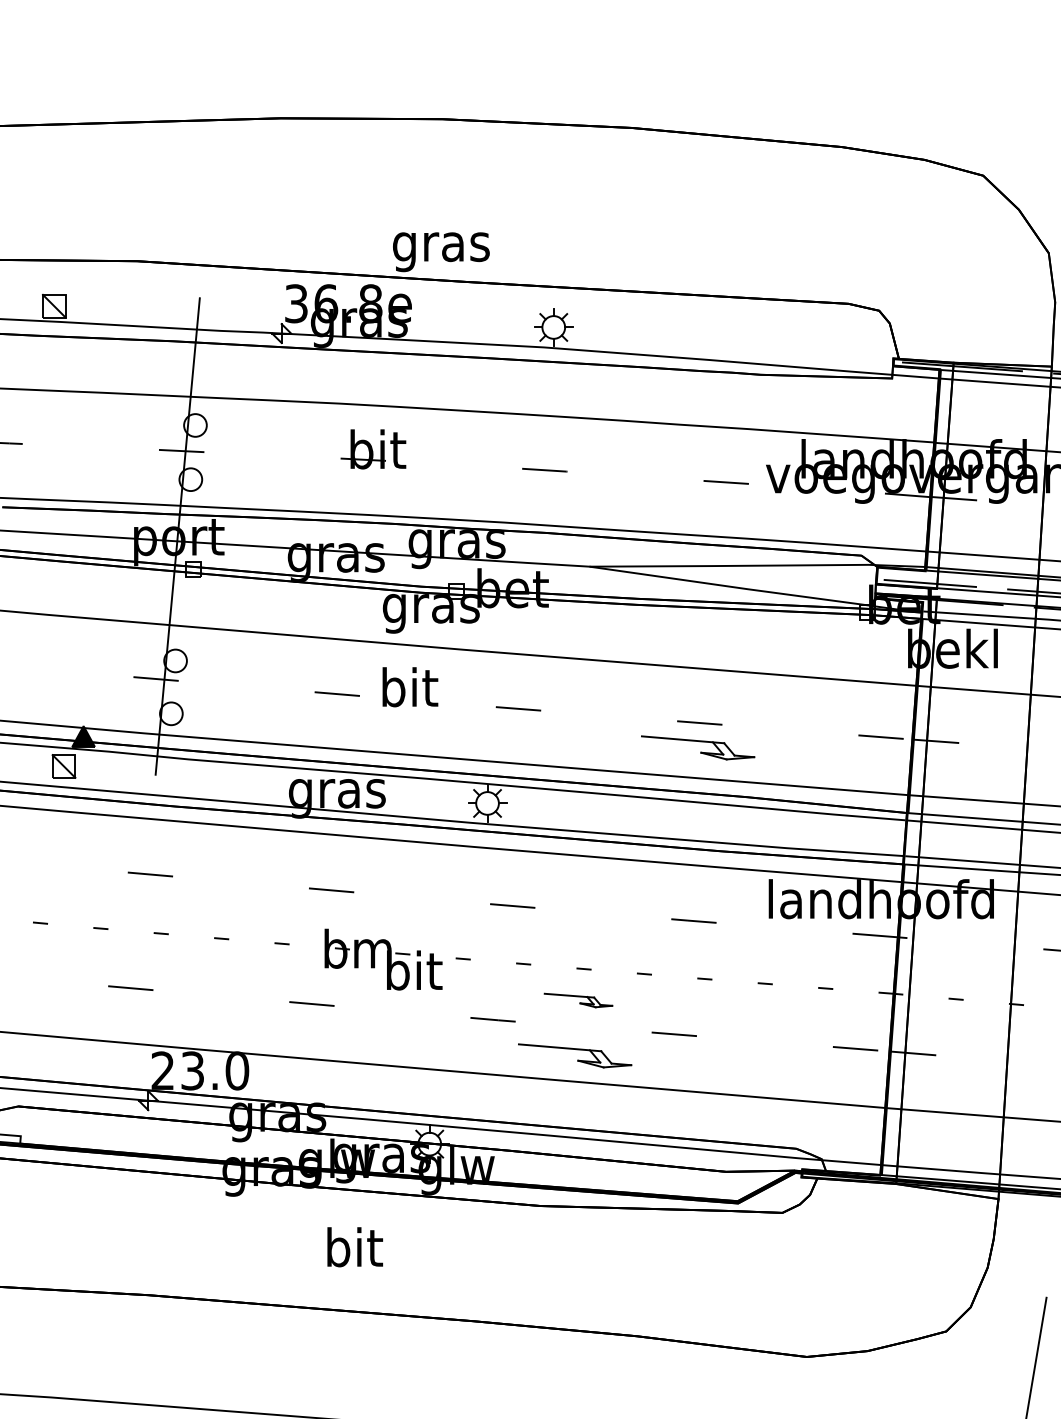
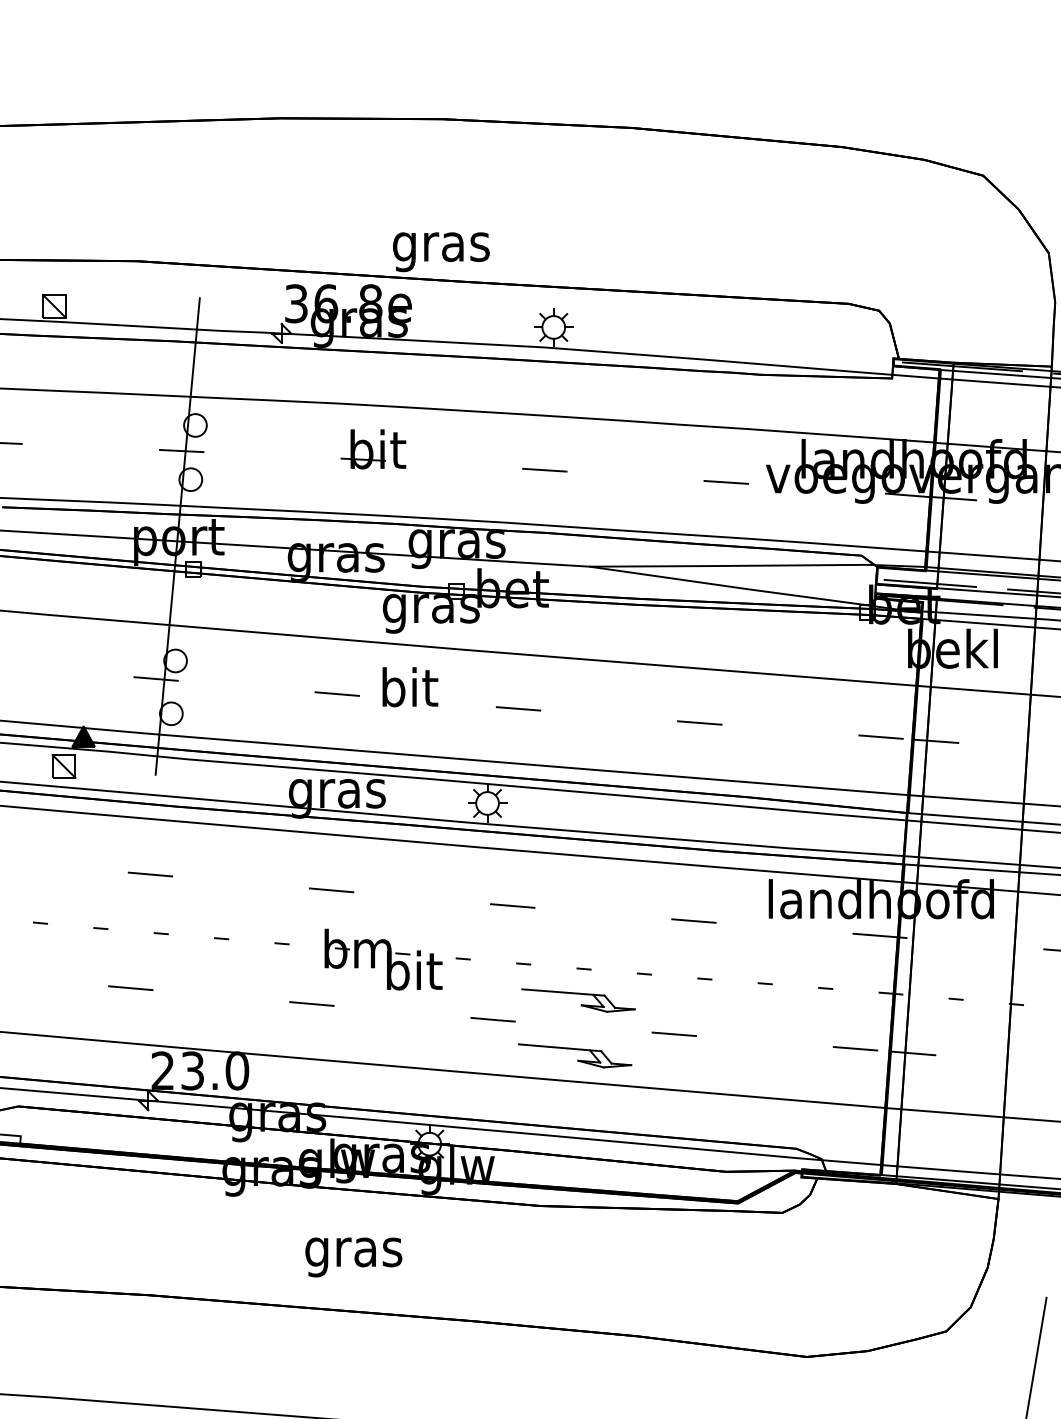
part at (698, 747): present -> none
part at (578, 1000) size: 71x17 px -> 115x25 px
text at (353, 1252): bit -> gras
